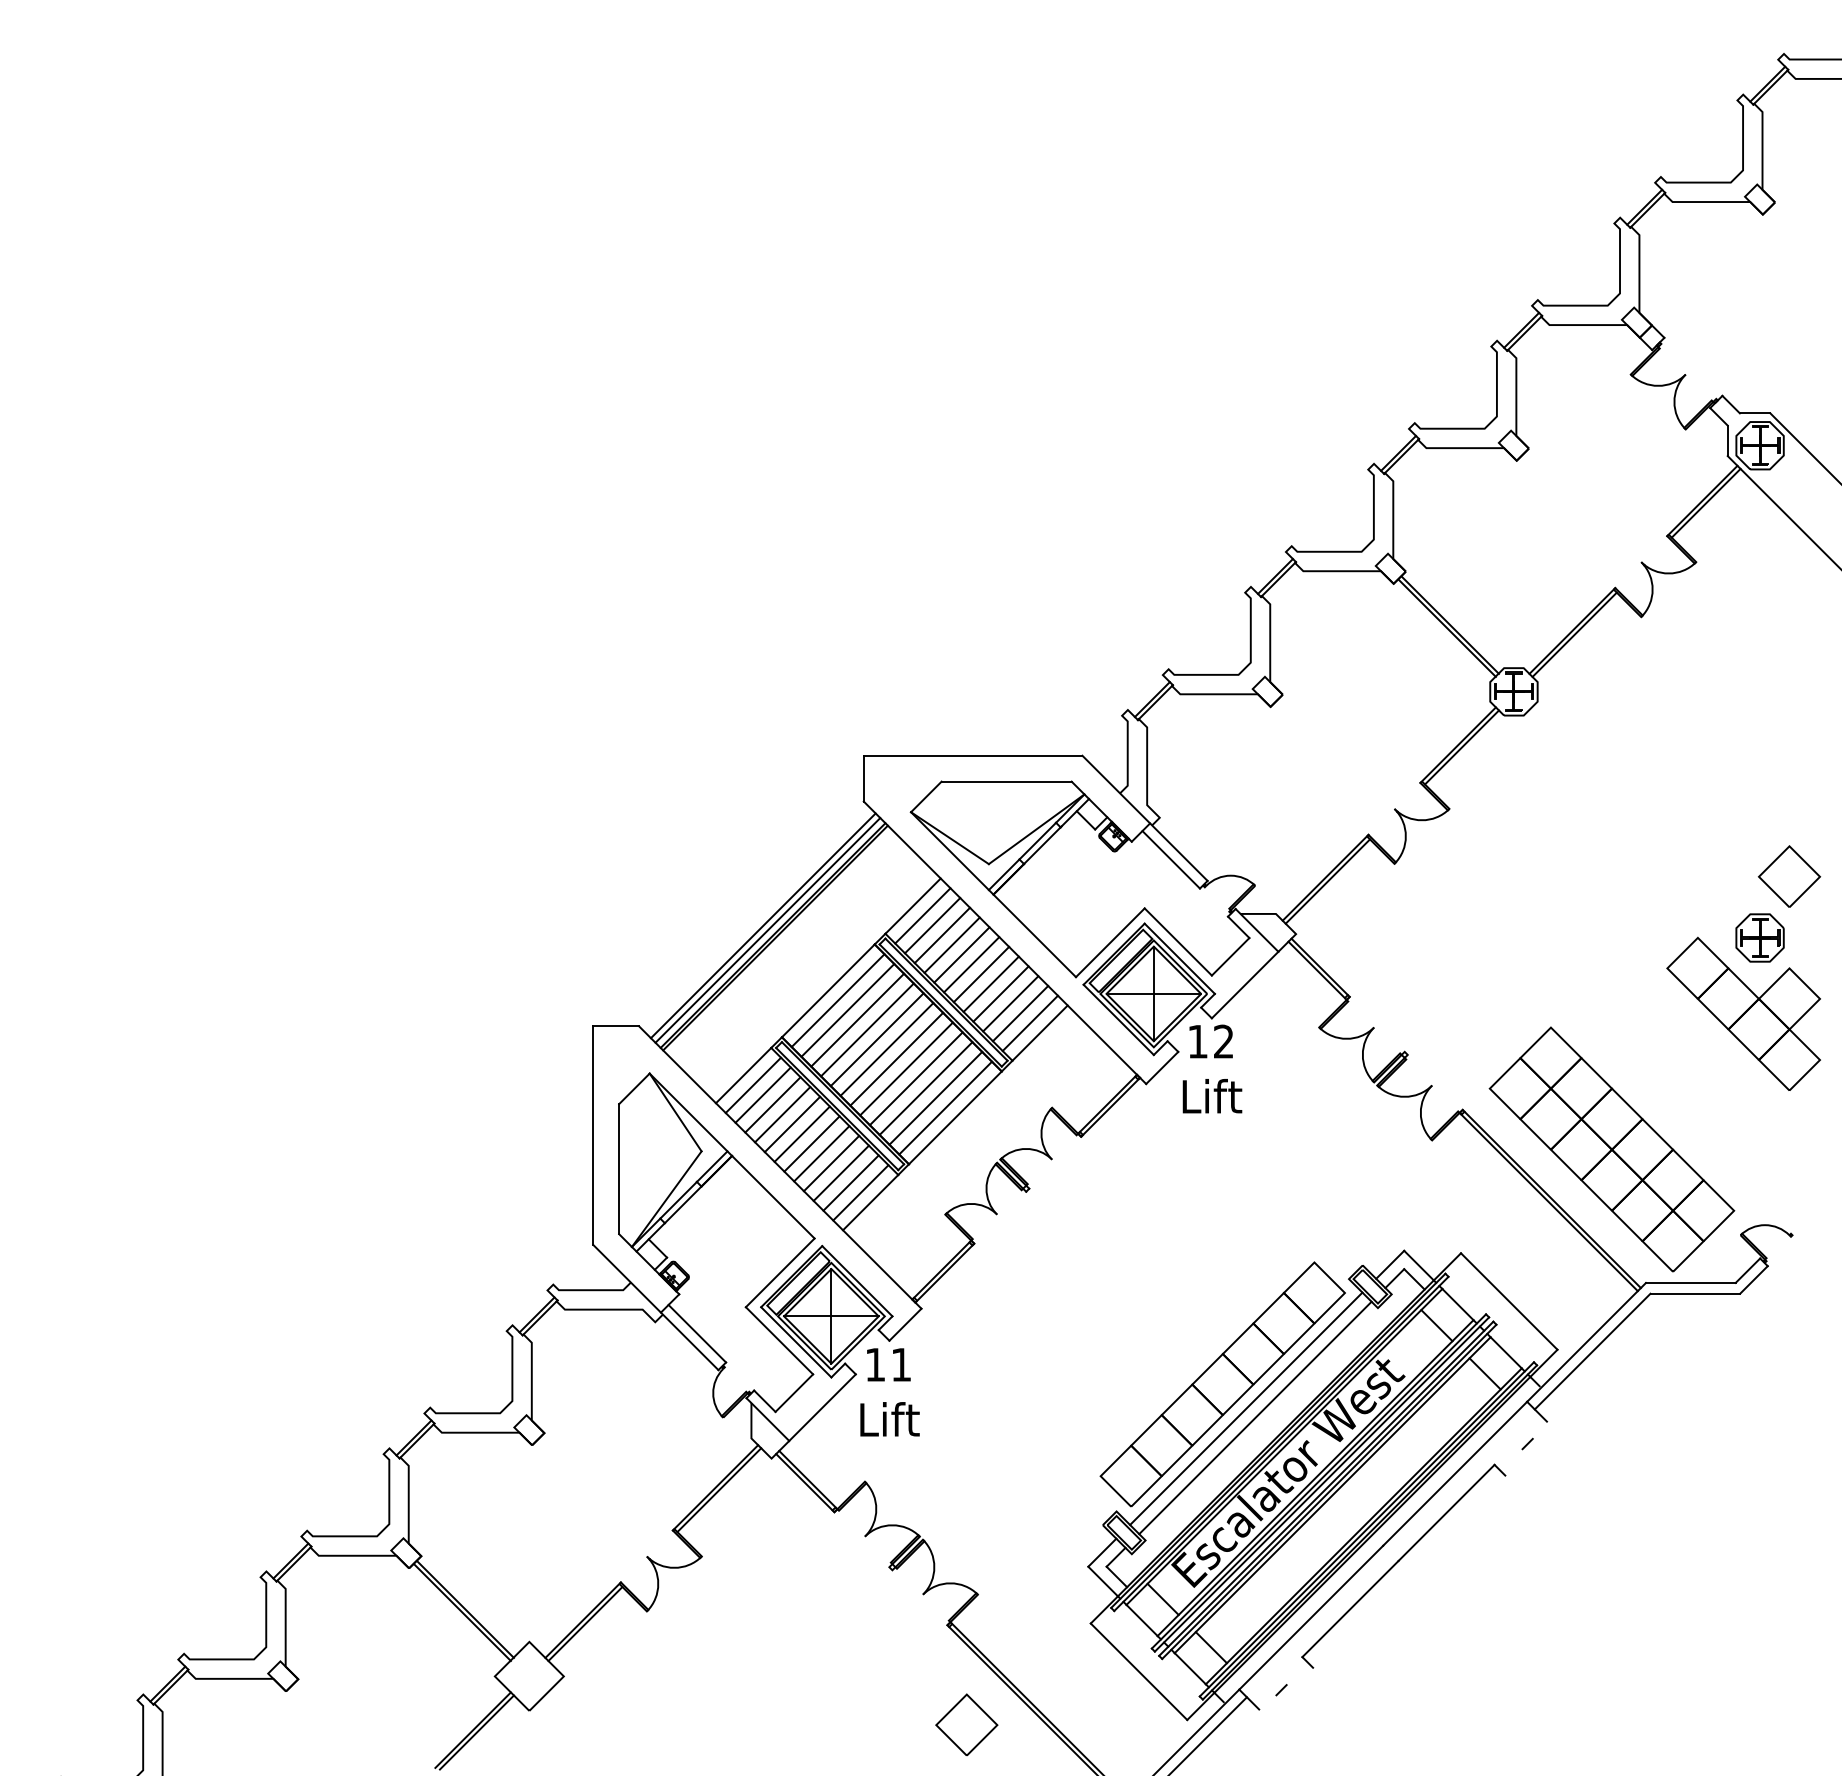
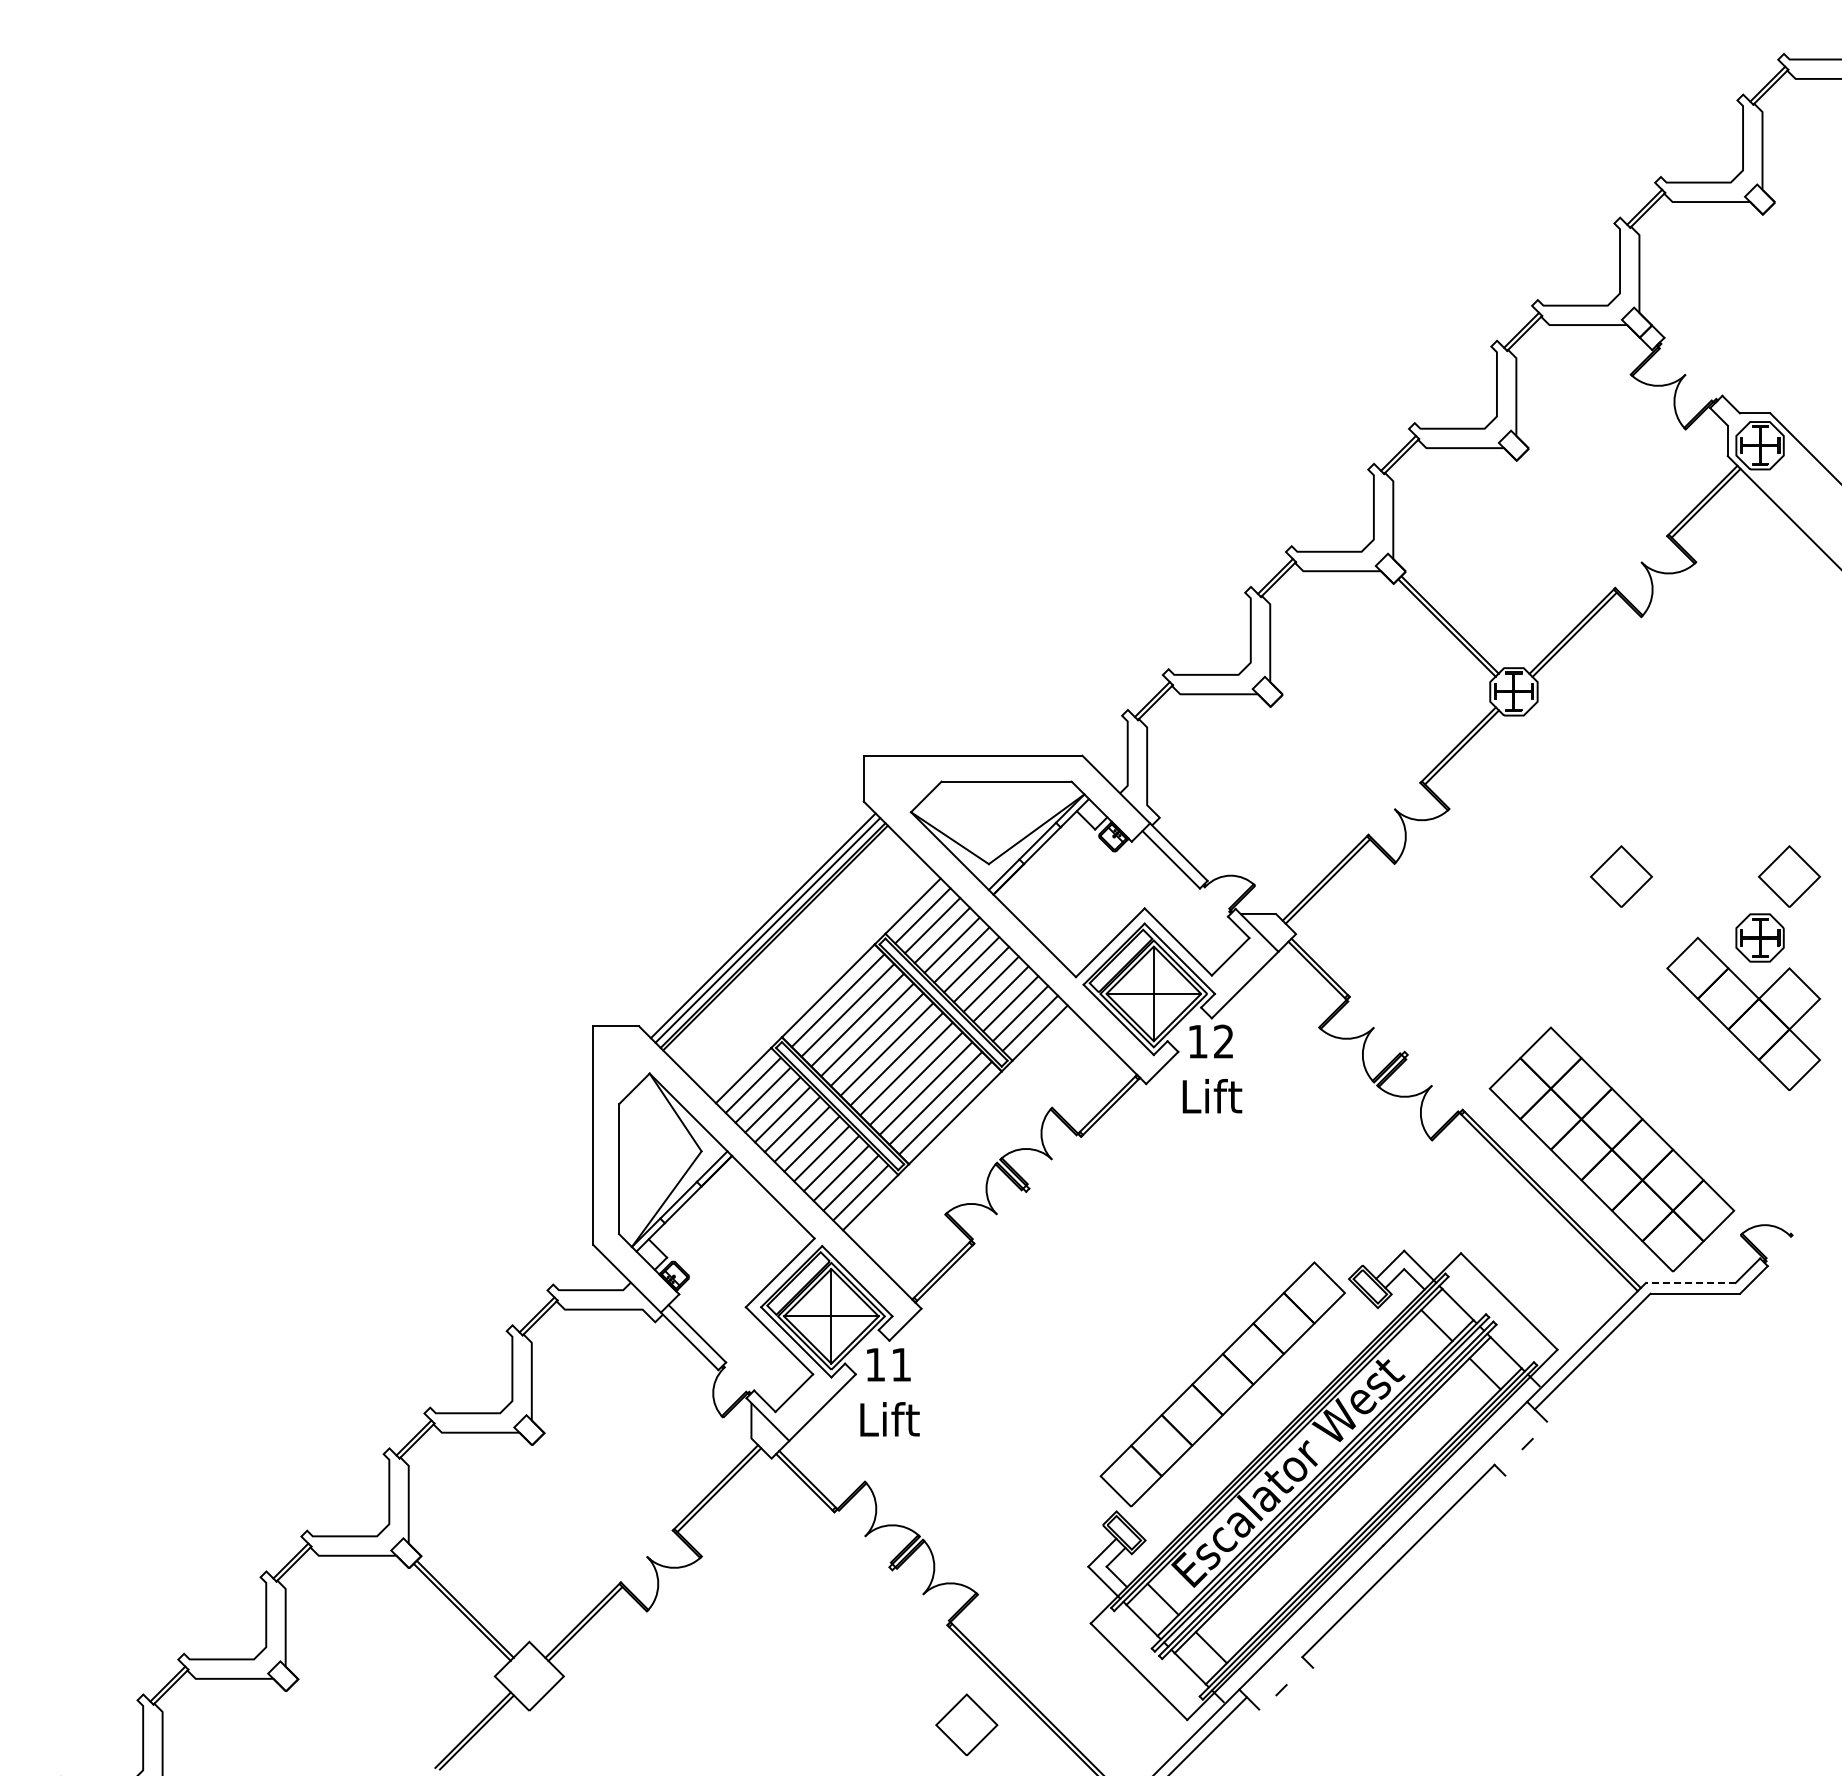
part at (1621, 876): none -> present
line at (1690, 1282): solid -> dashed
line at (1246, 1408): present -> none
line at (1255, 1417): present -> none
